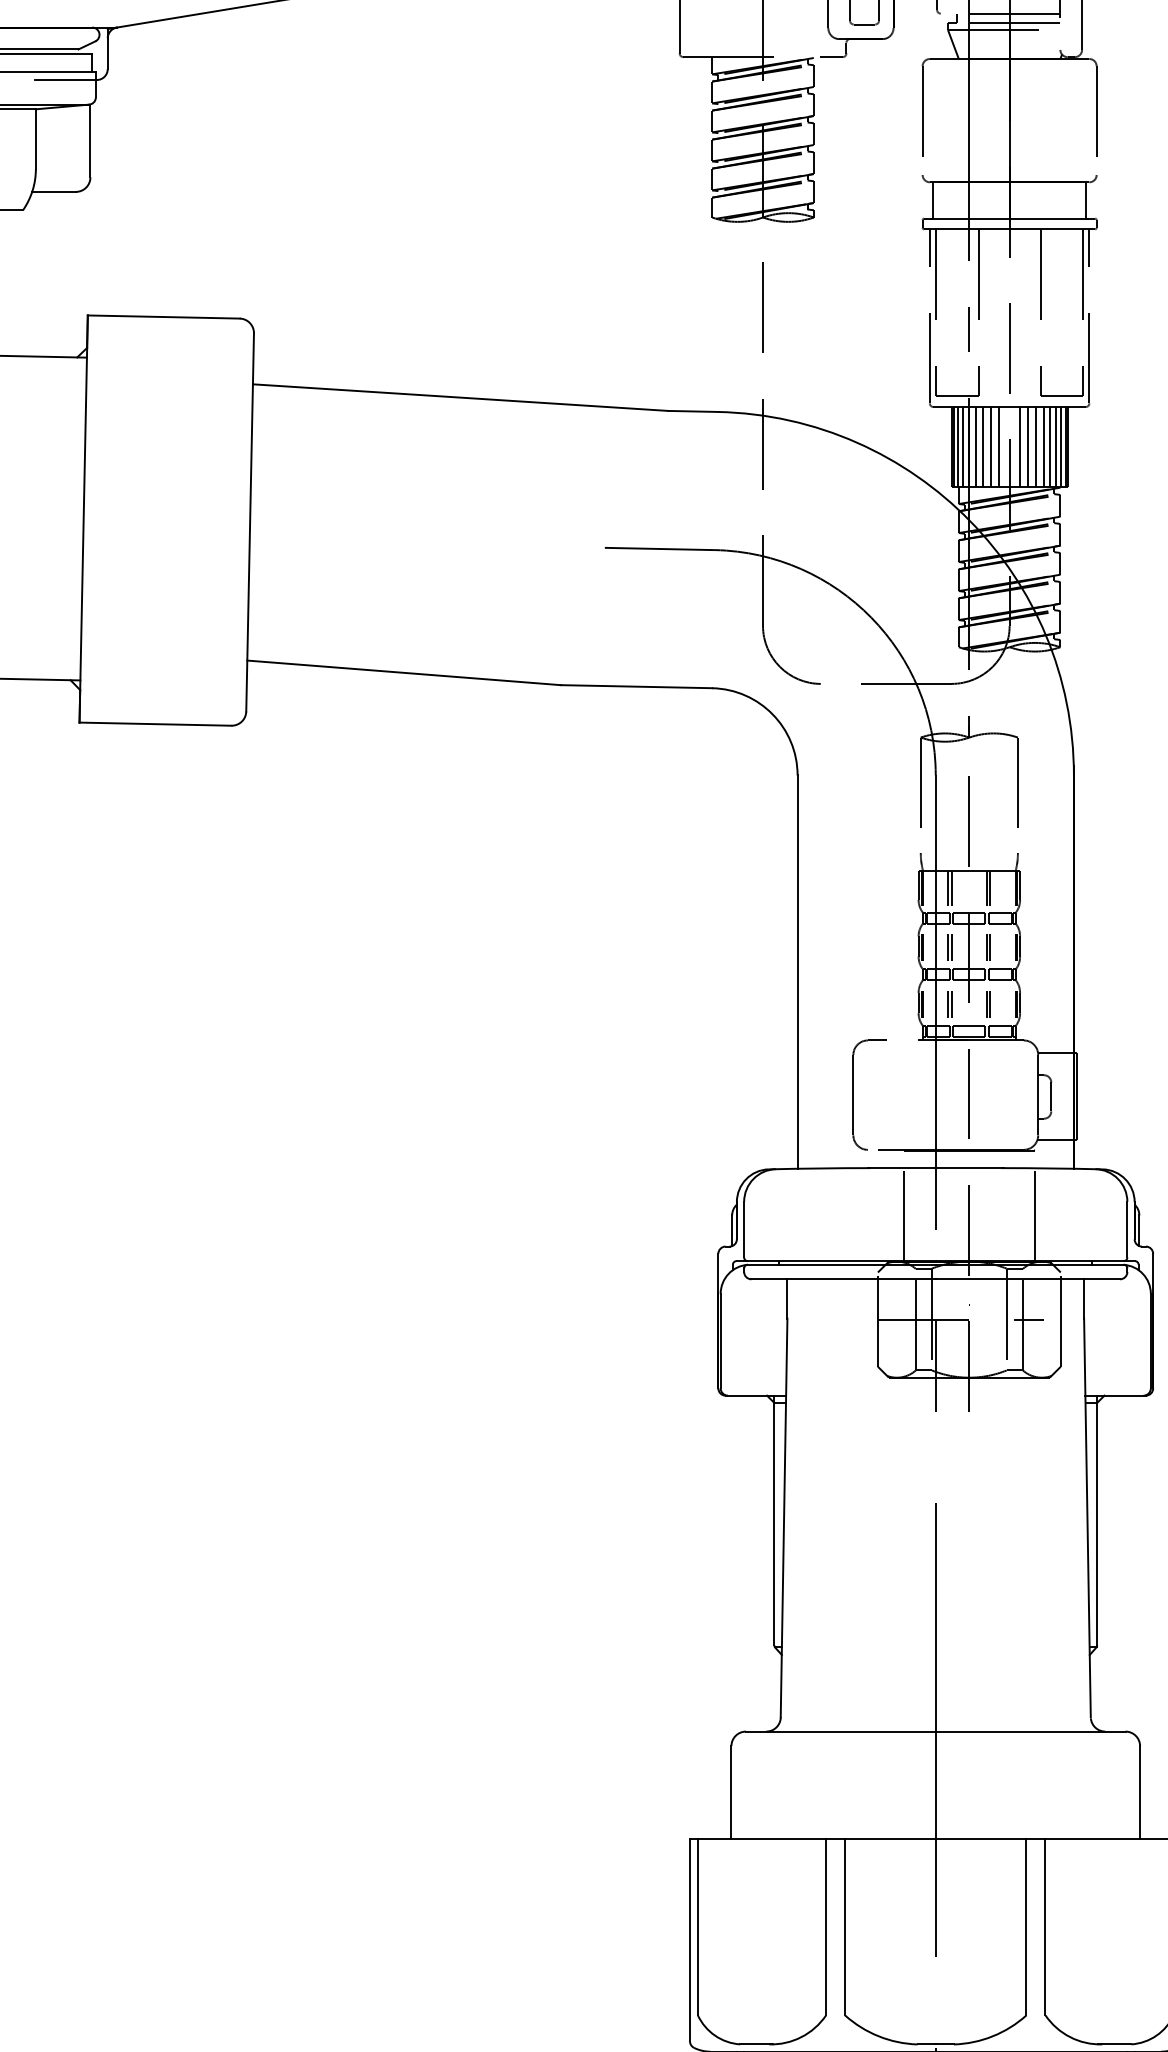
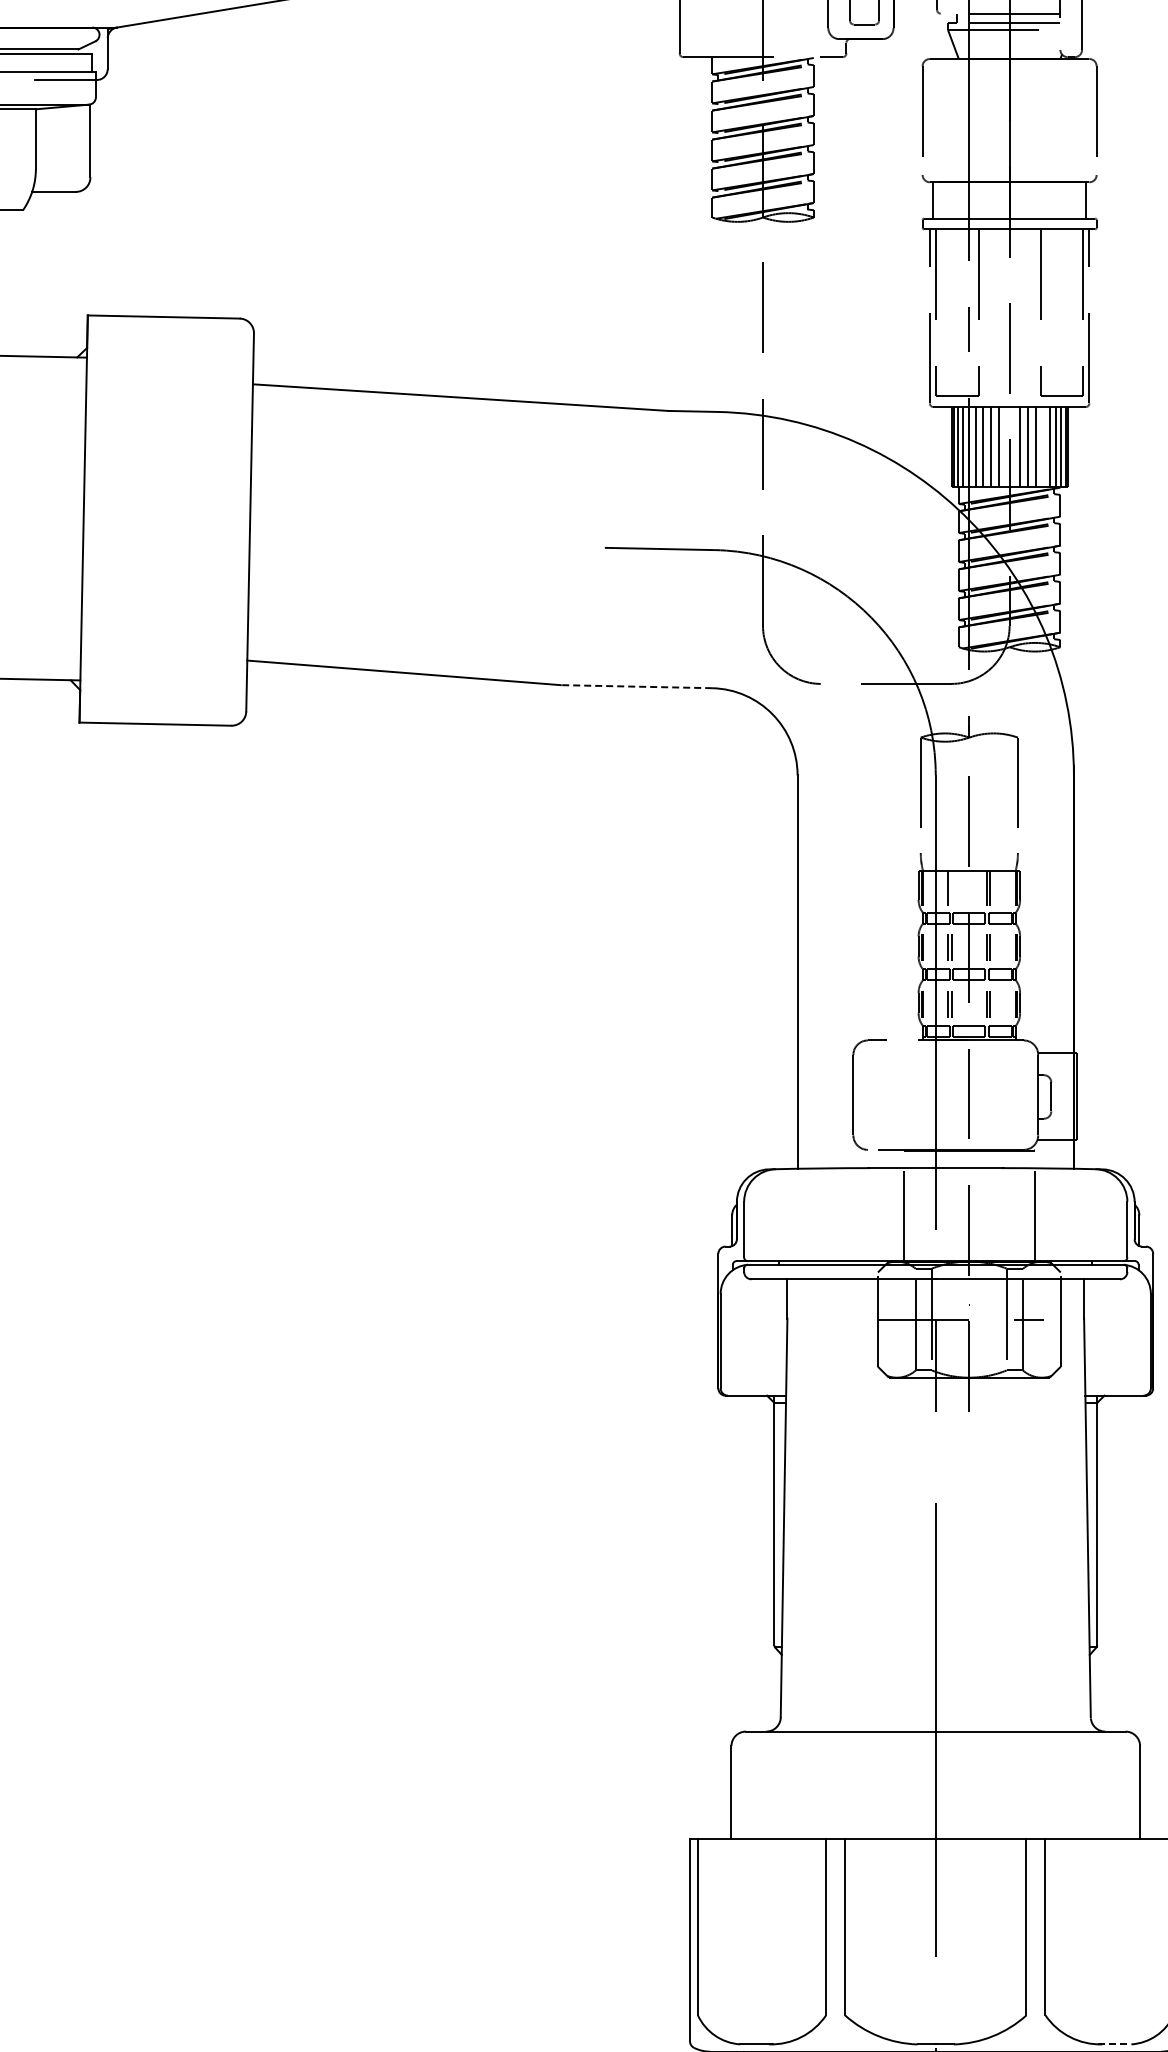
line at (1043, 446): present -> none
line at (636, 686): solid -> dashed
line at (951, 888): present -> none
line at (1115, 2044): solid -> dashed
